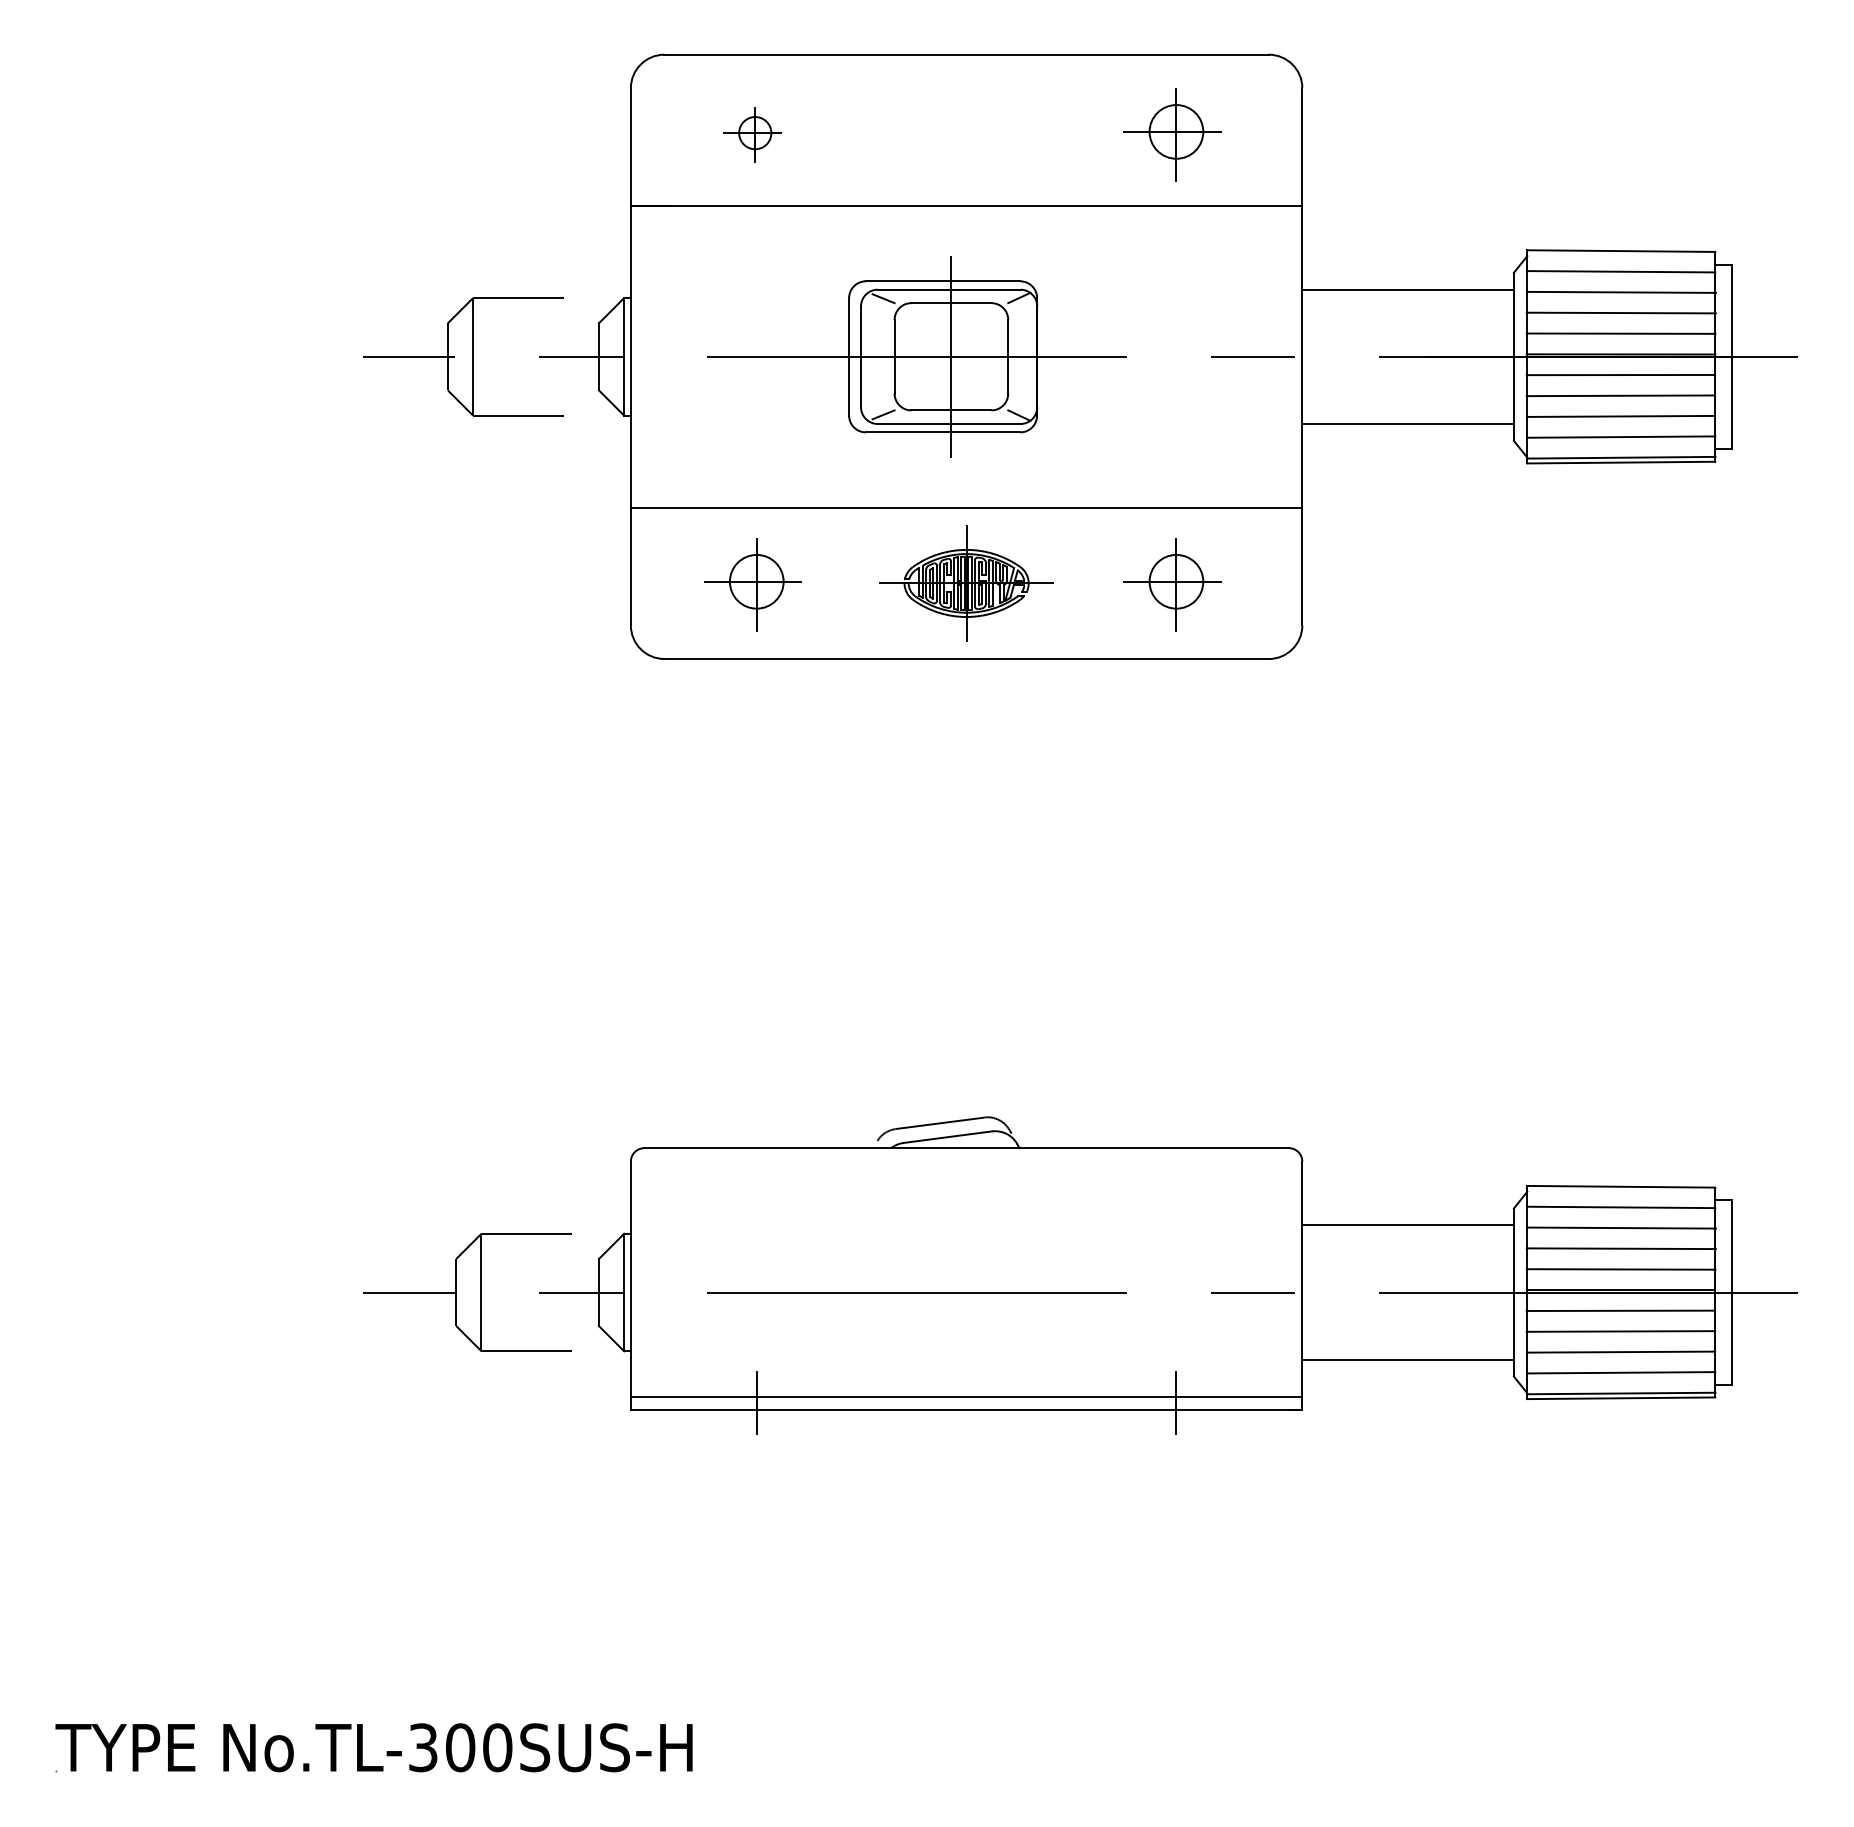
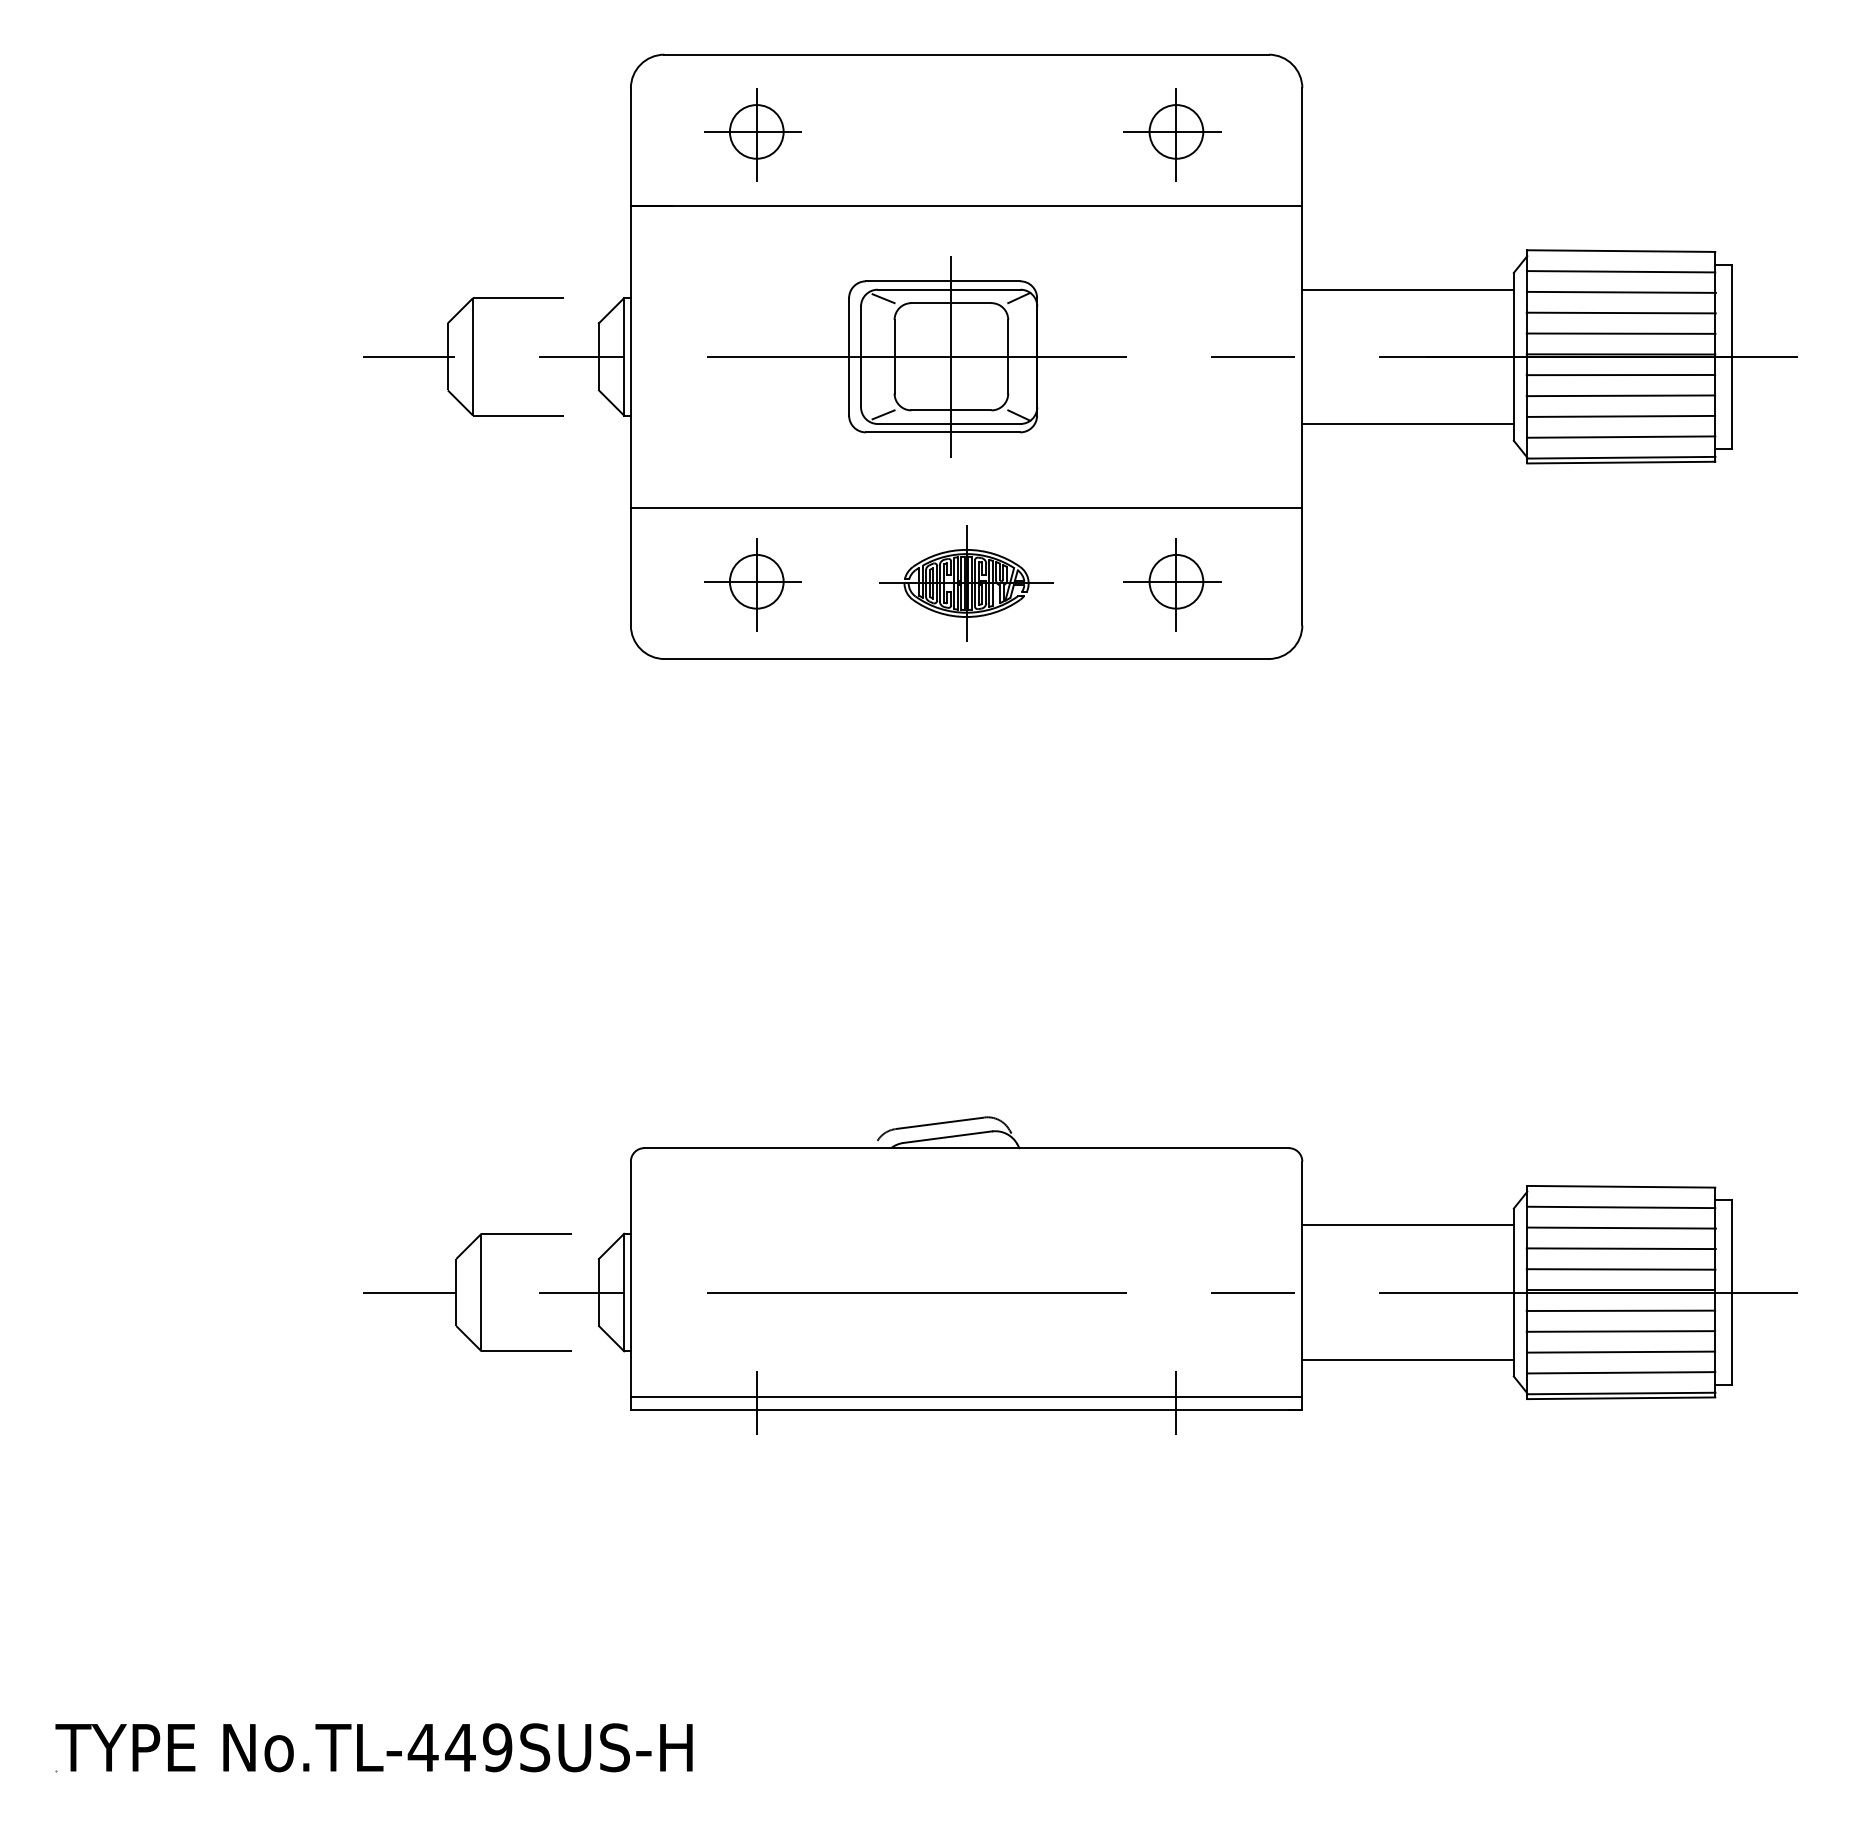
part at (752, 134) size: 59x56 px -> 98x94 px
text at (459, 1747): No.TL-300SUS-H -> No.TL-449SUS-H
